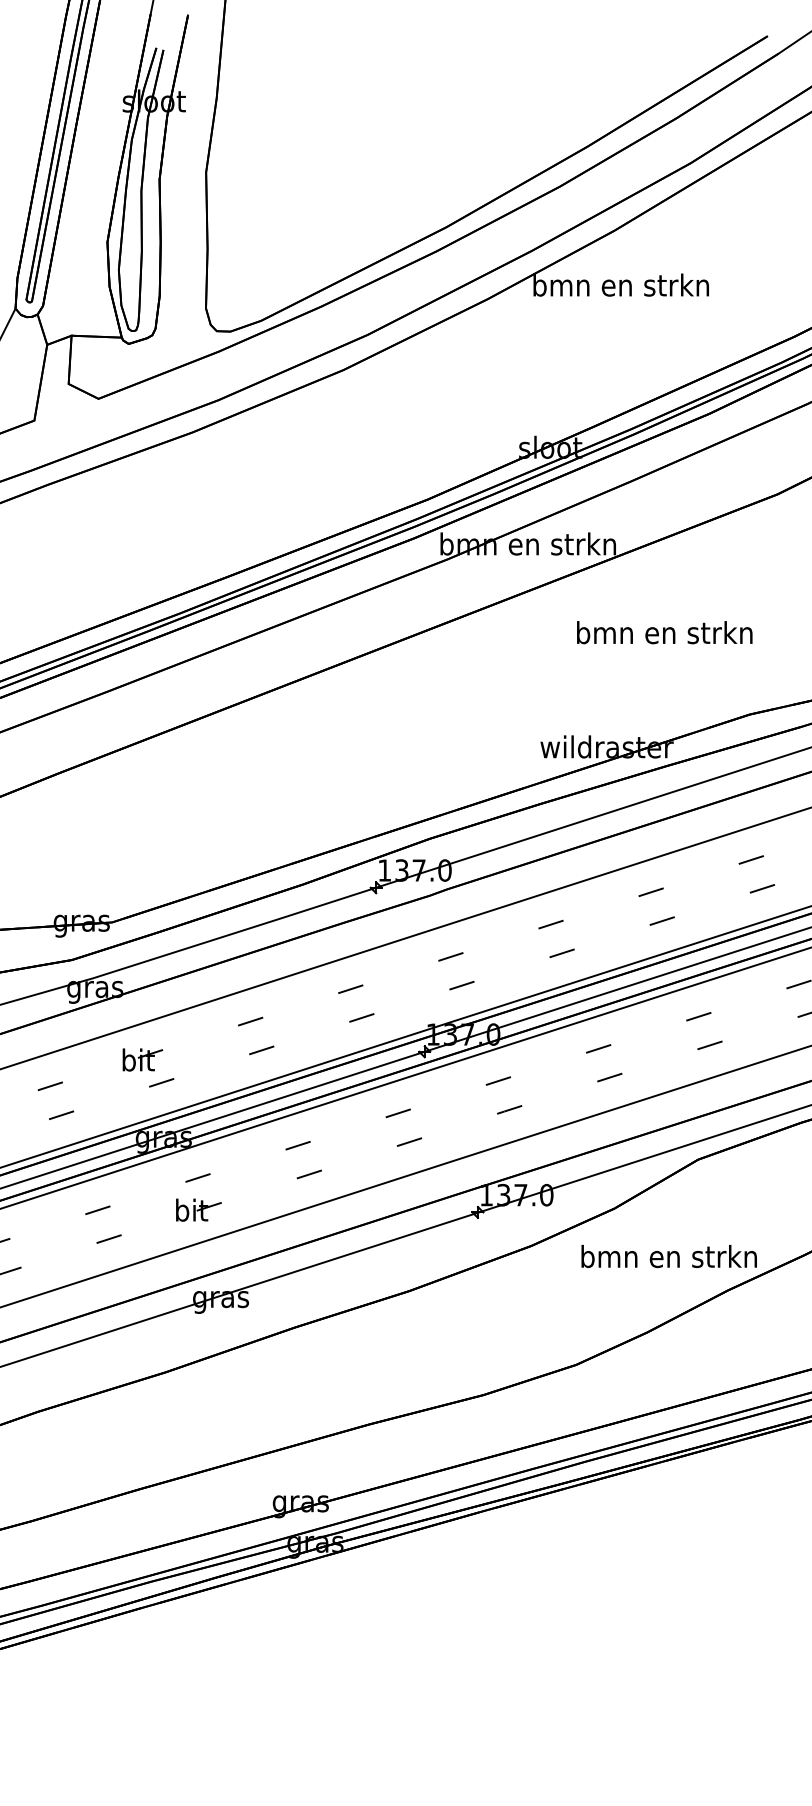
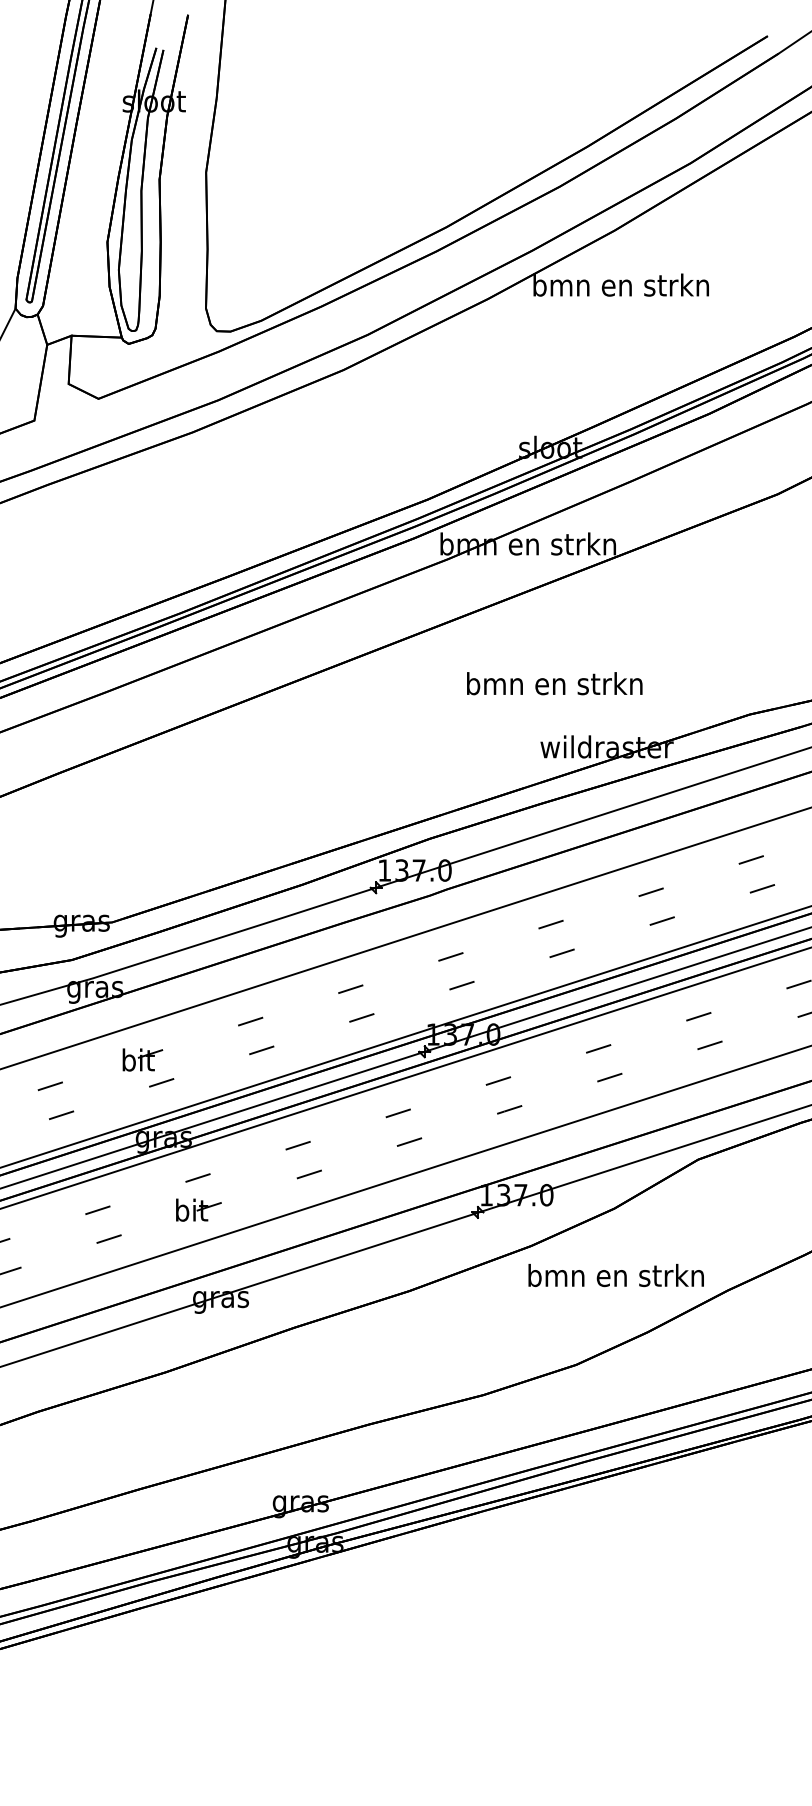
text at (664, 632) position: (664, 632) -> (554, 683)
text at (668, 1256) position: (668, 1256) -> (615, 1275)
